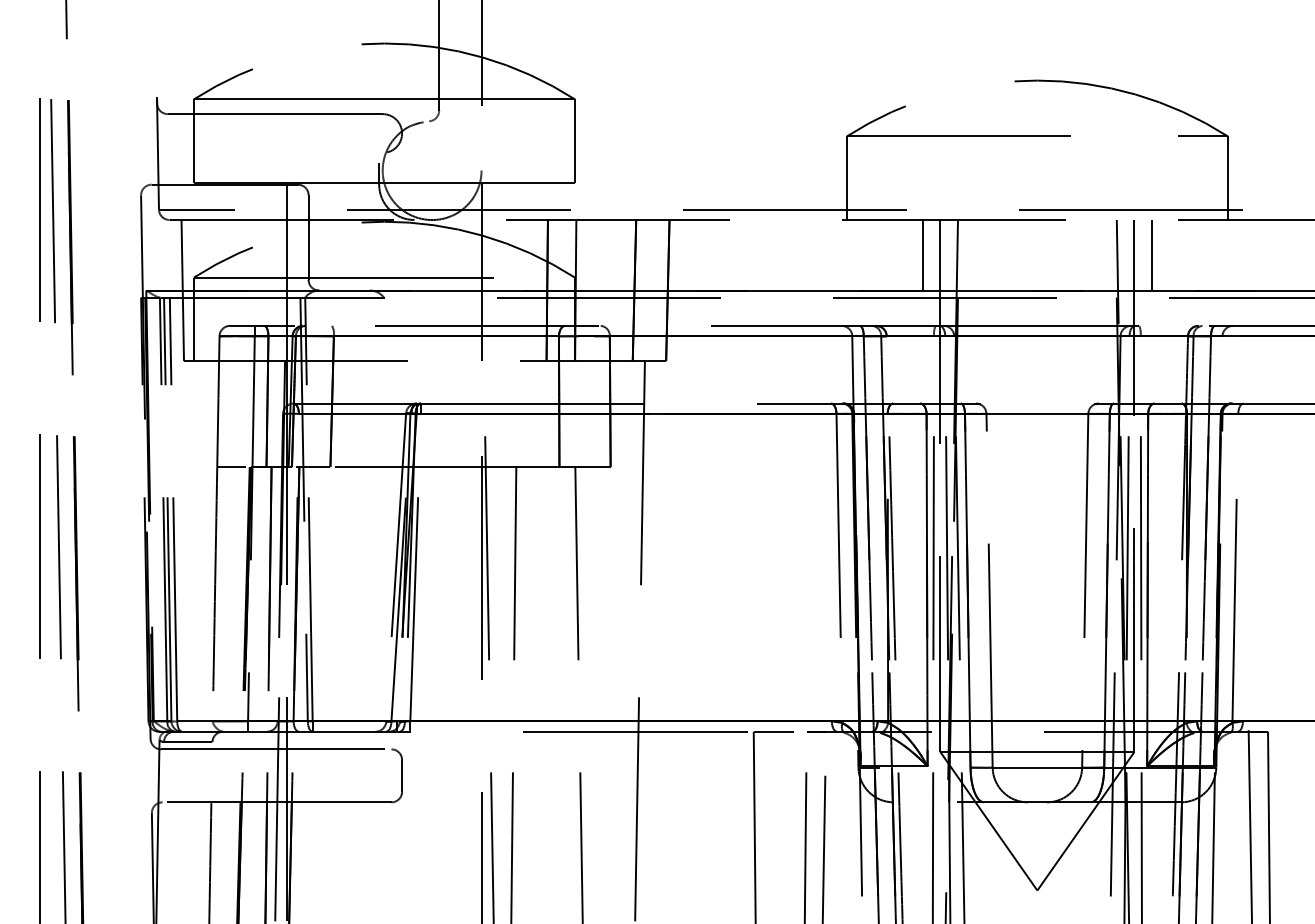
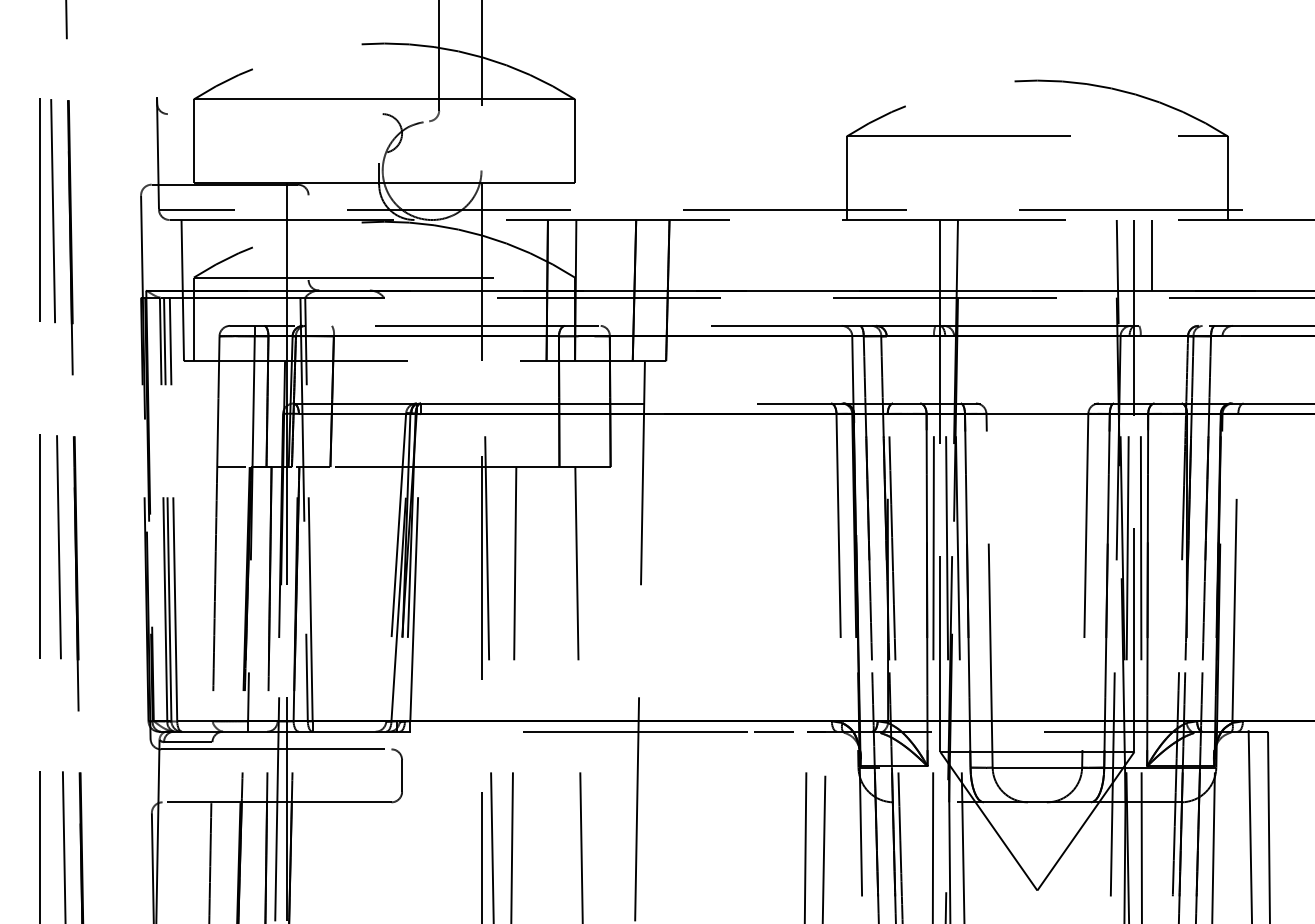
line at (274, 114): present -> none
line at (308, 237): present -> none
line at (922, 255): present -> none
line at (754, 825): present -> none
